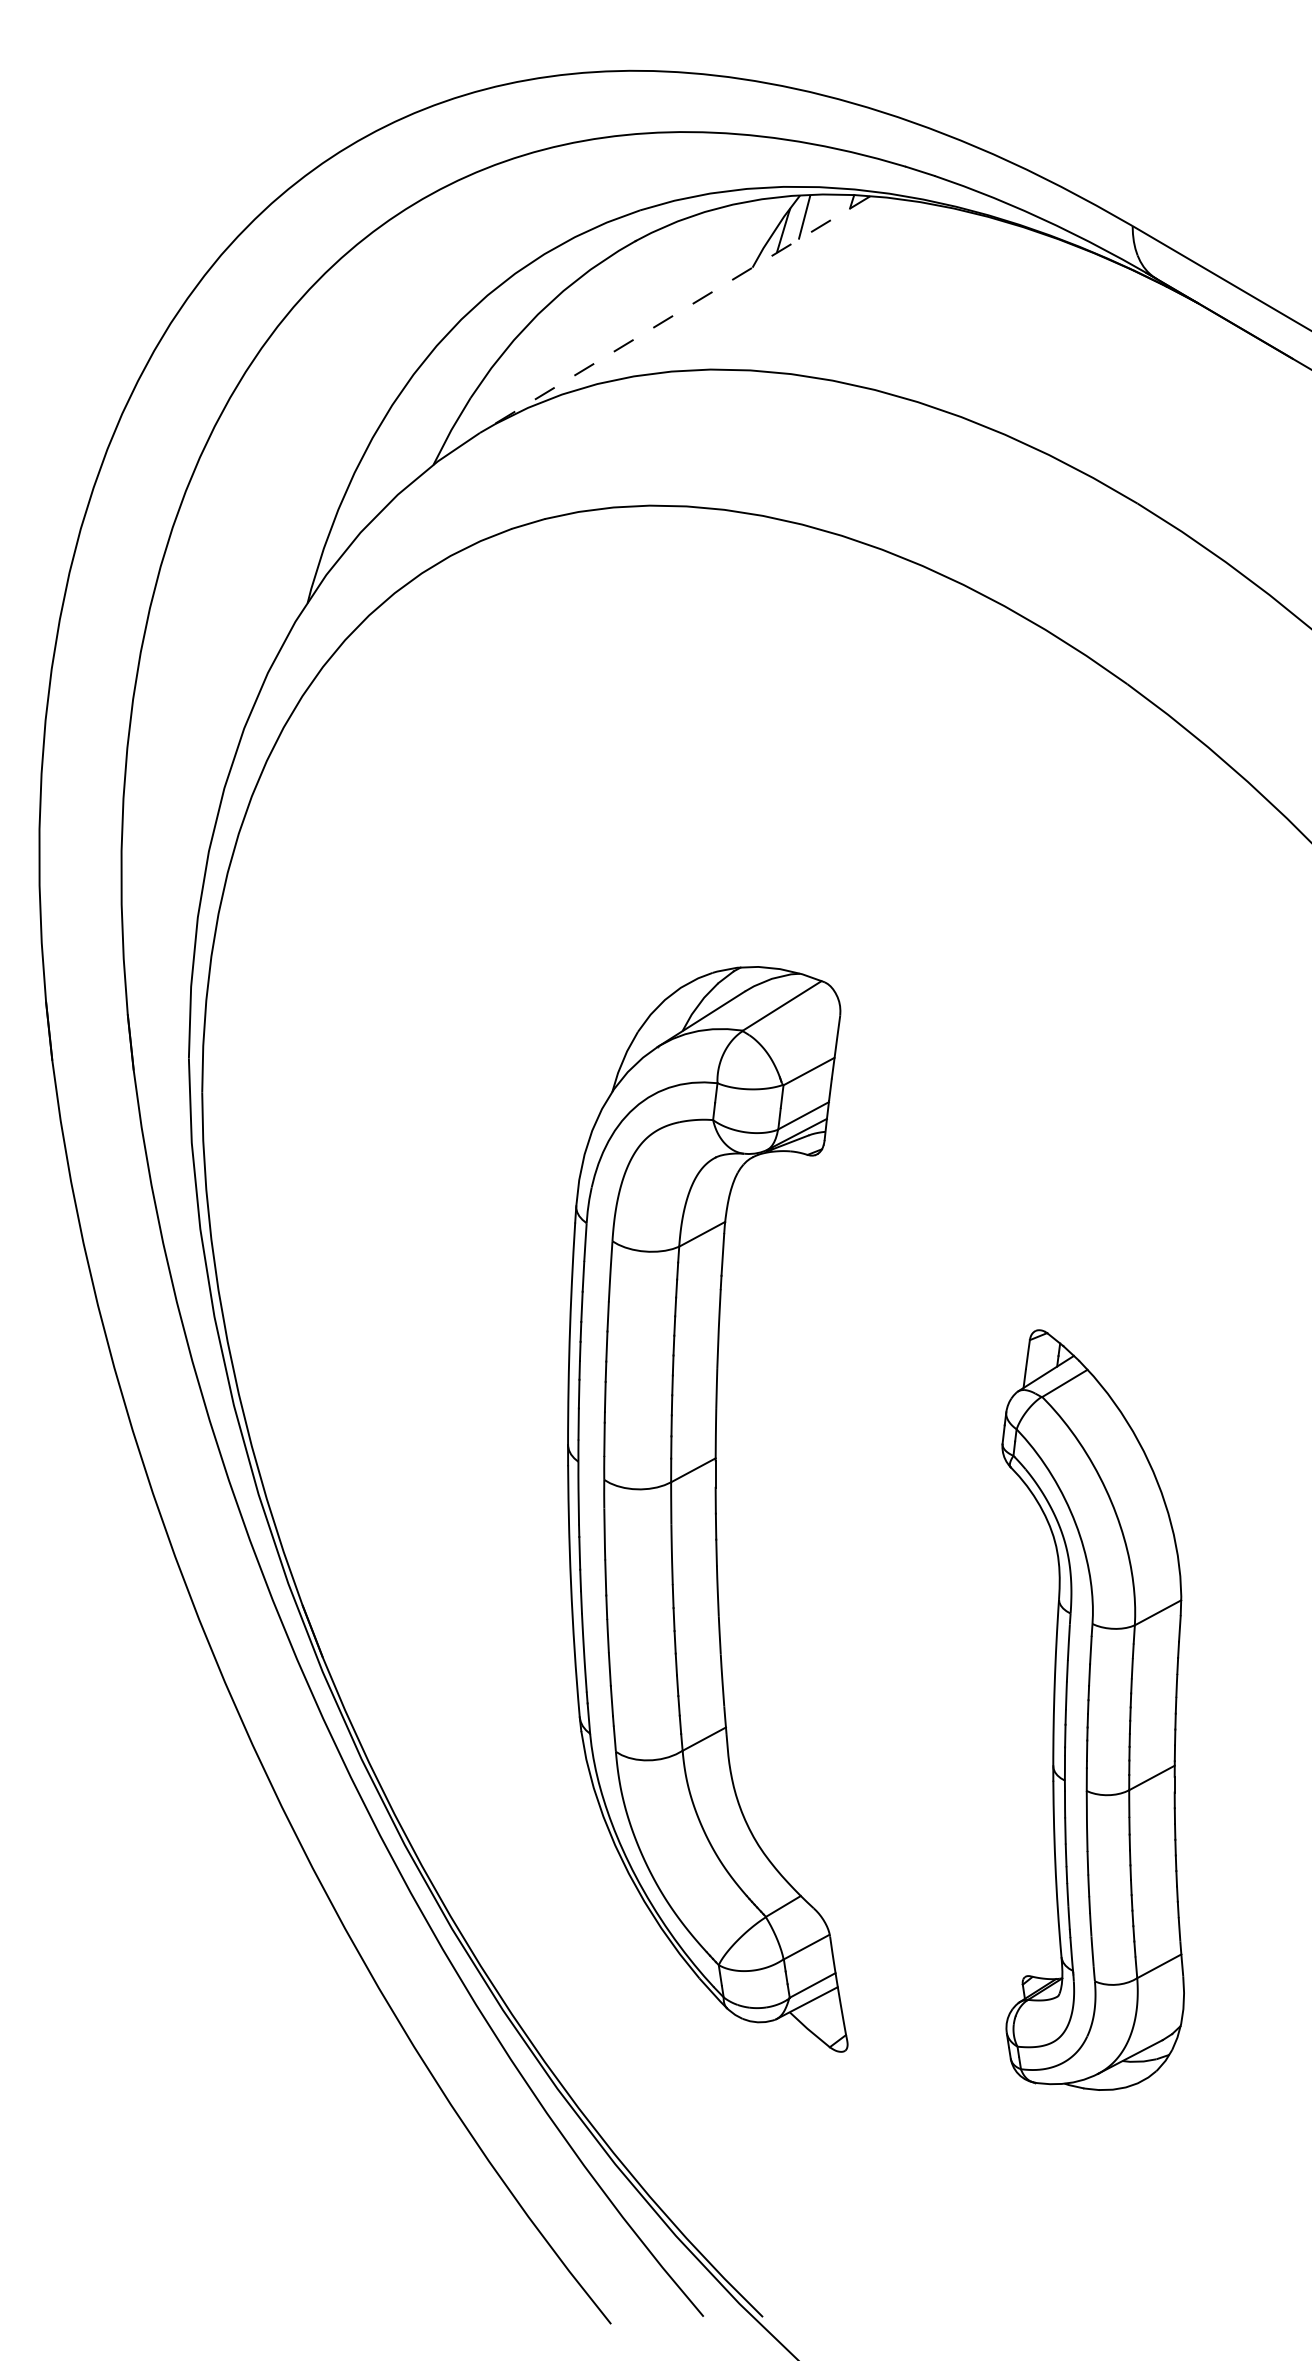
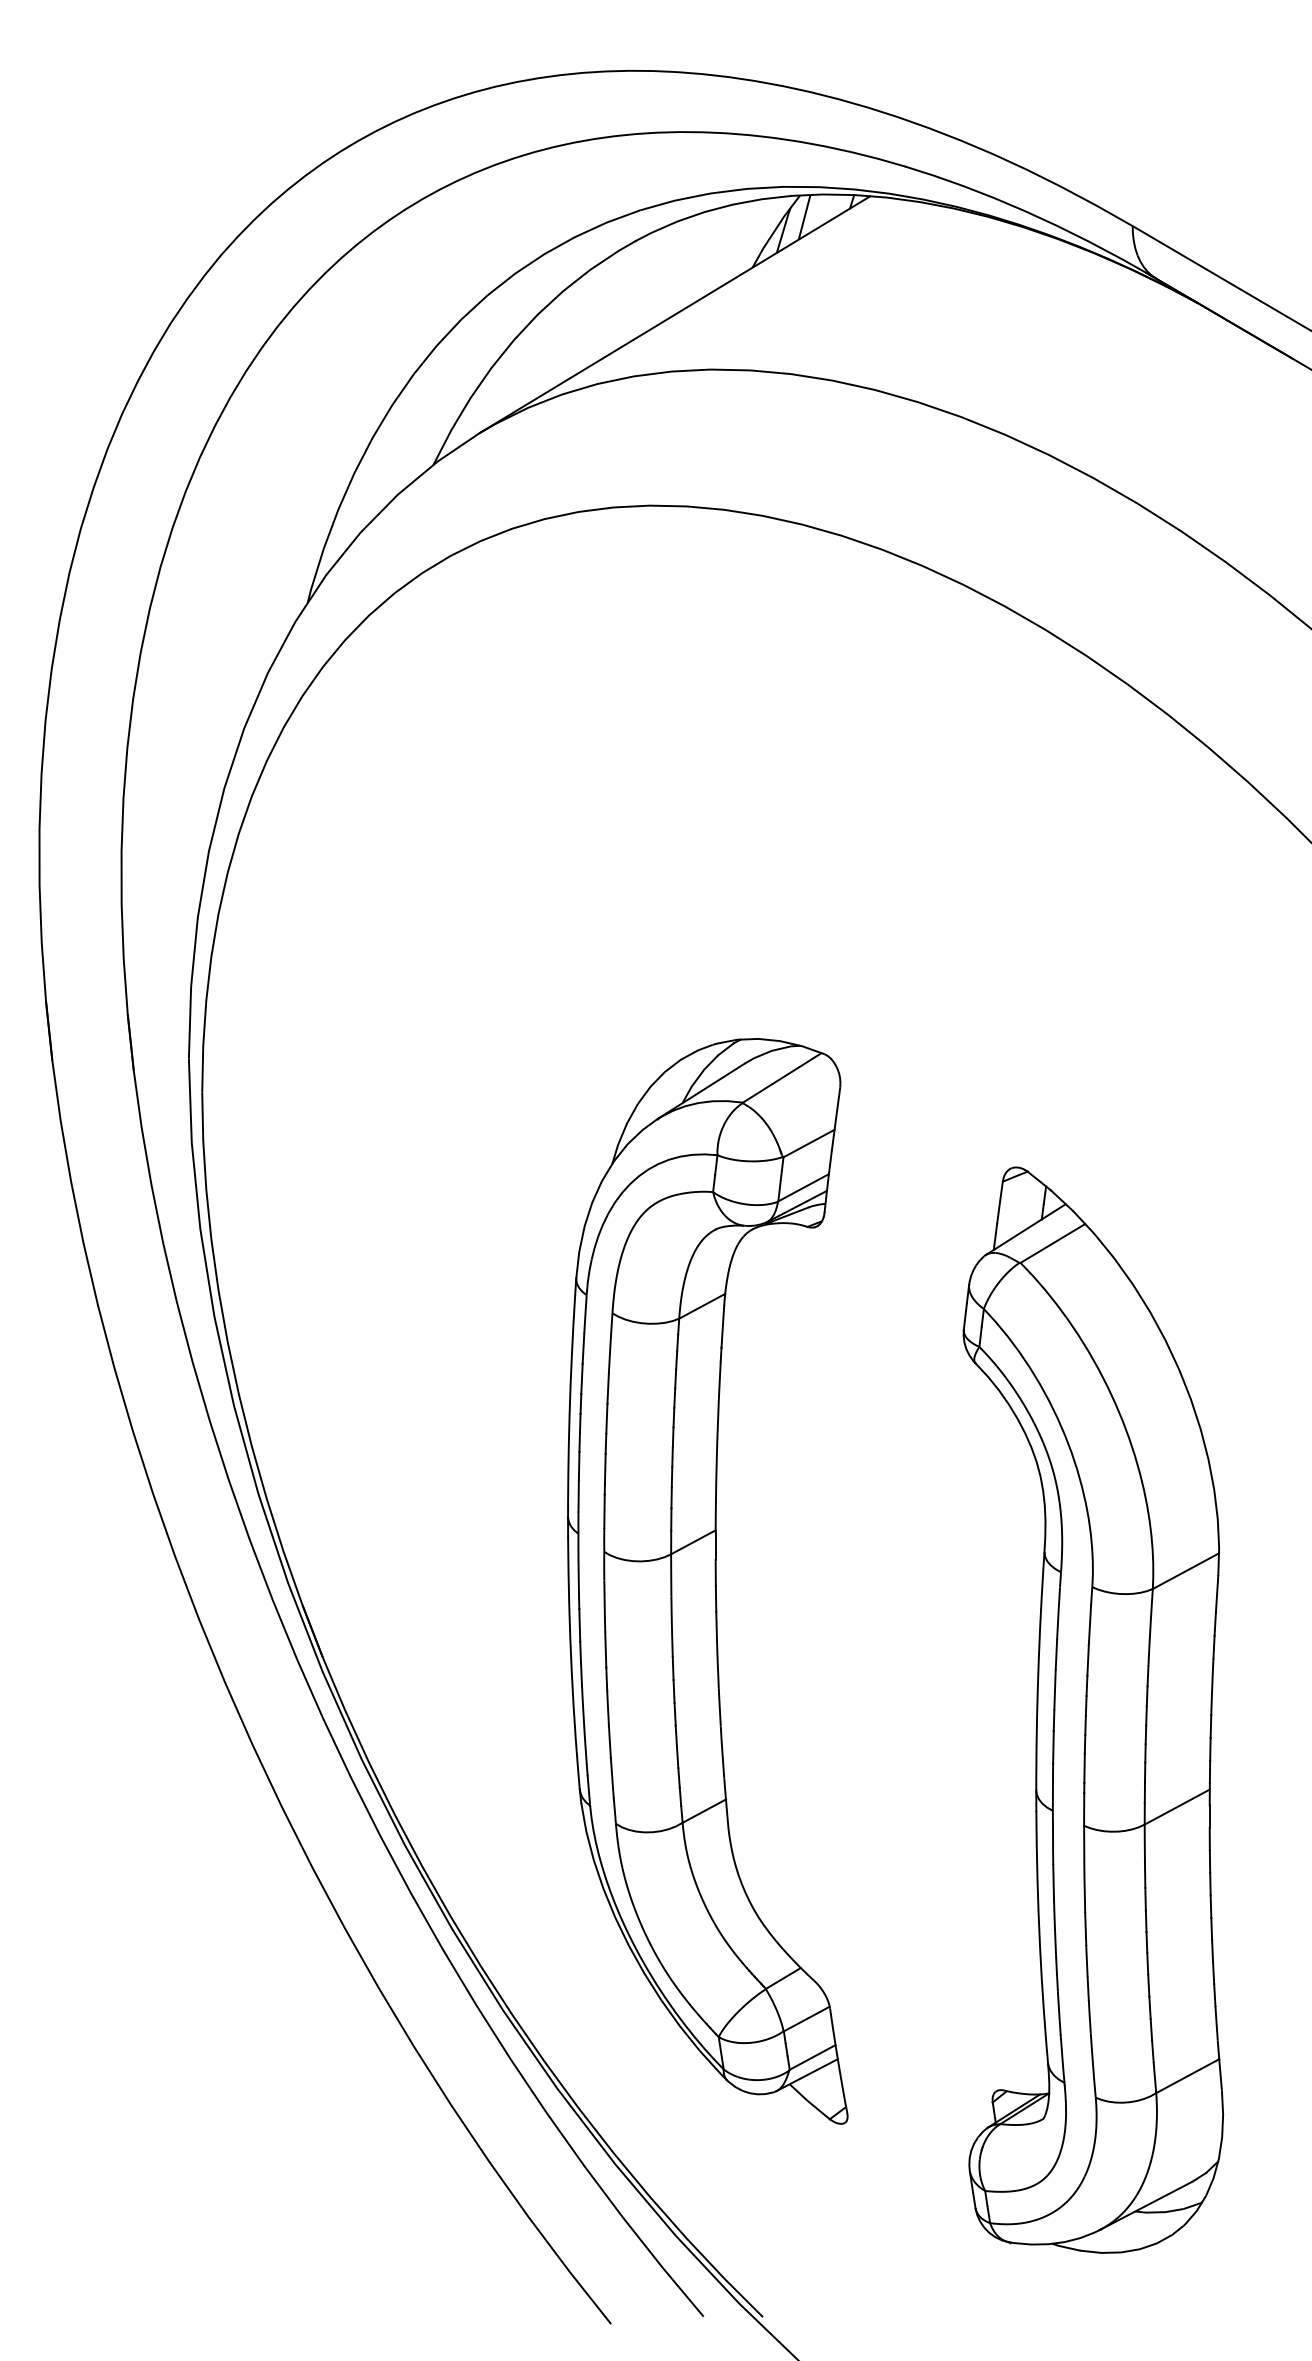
line at (674, 314): dashed -> solid
part at (707, 1509) position: (707, 1509) -> (707, 1581)
part at (1092, 1709) size: 184x762 px -> 262x1088 px
